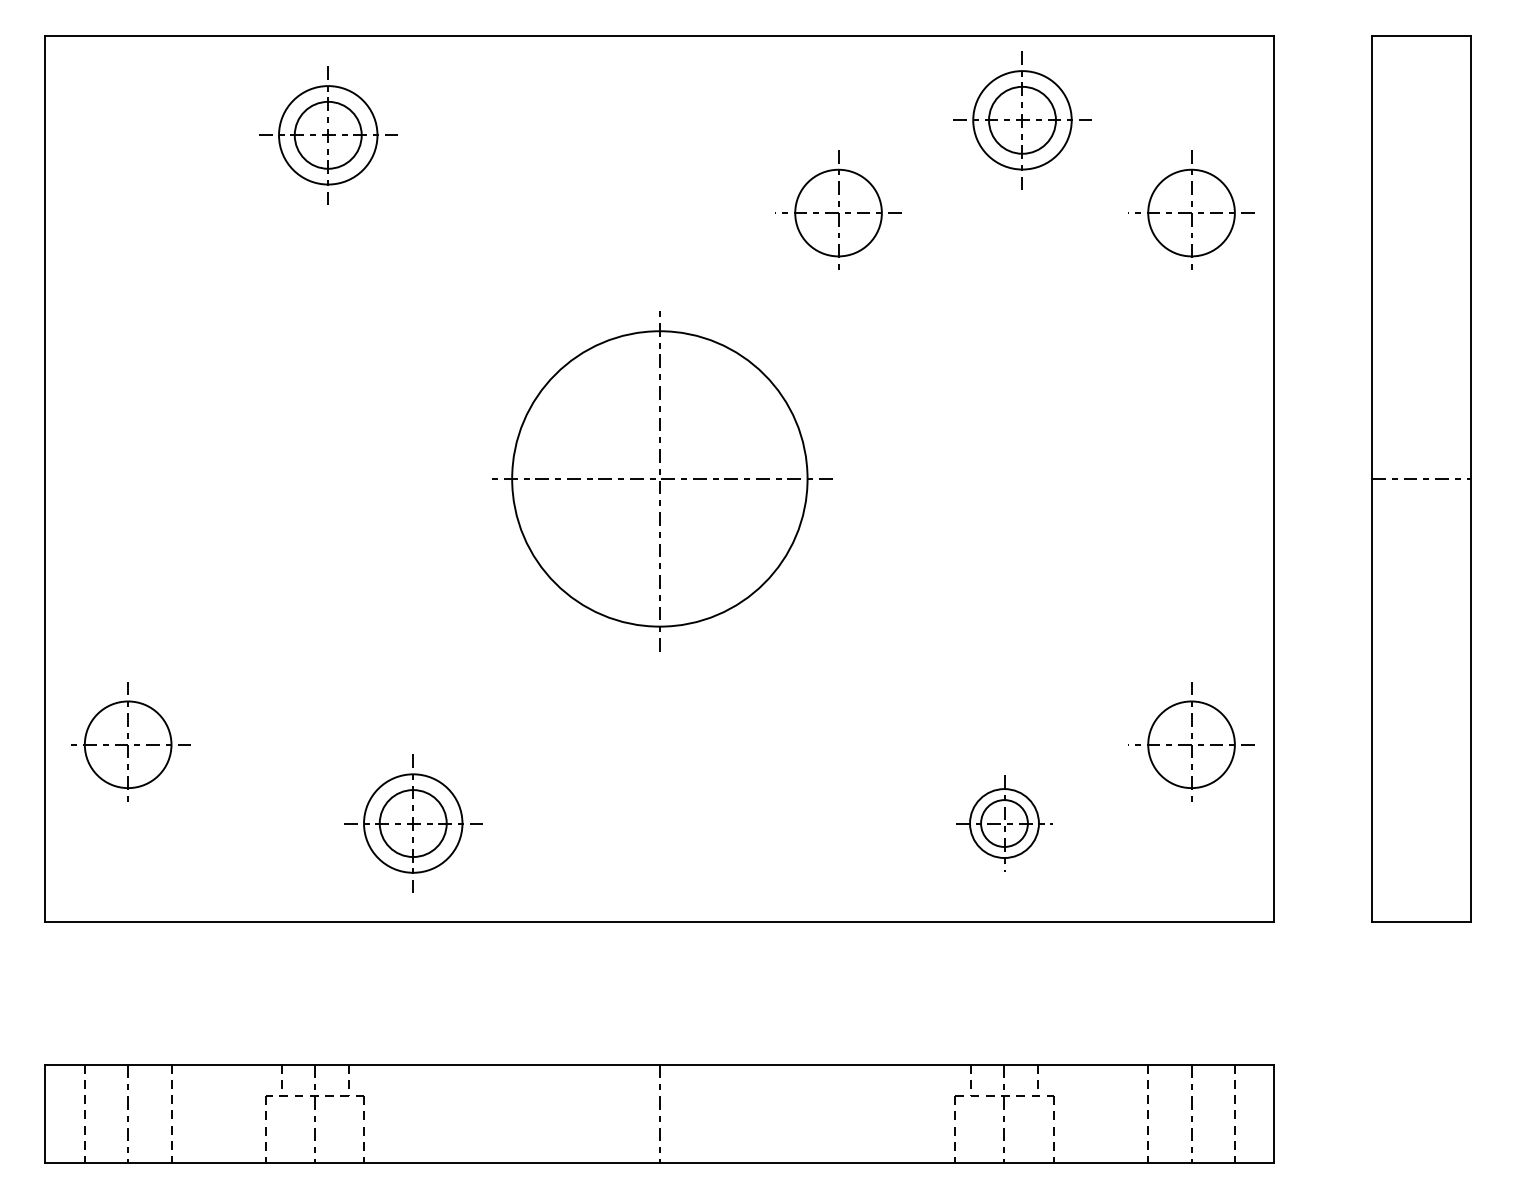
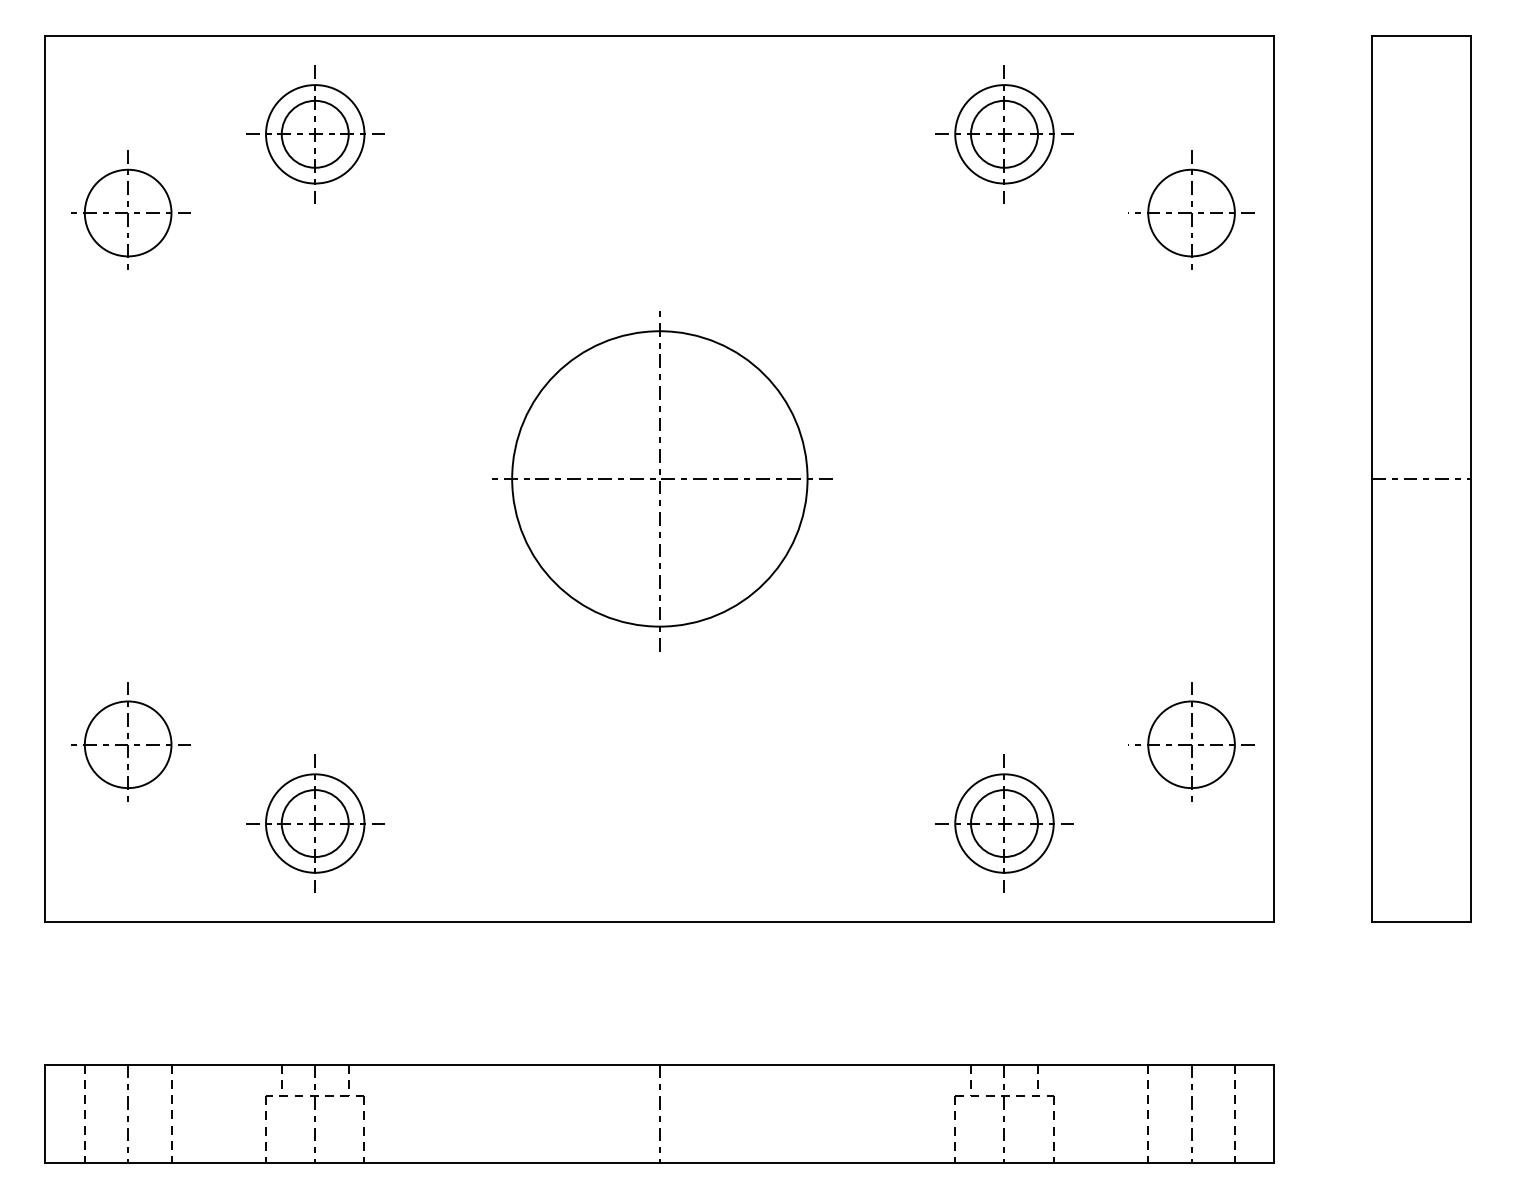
part at (1022, 120) position: (1022, 120) -> (1004, 134)
part at (328, 135) position: (328, 135) -> (315, 134)
part at (130, 209): none -> present
part at (838, 209): present -> none
part at (413, 823) position: (413, 823) -> (315, 823)
part at (1004, 823) size: 97x97 px -> 139x139 px
